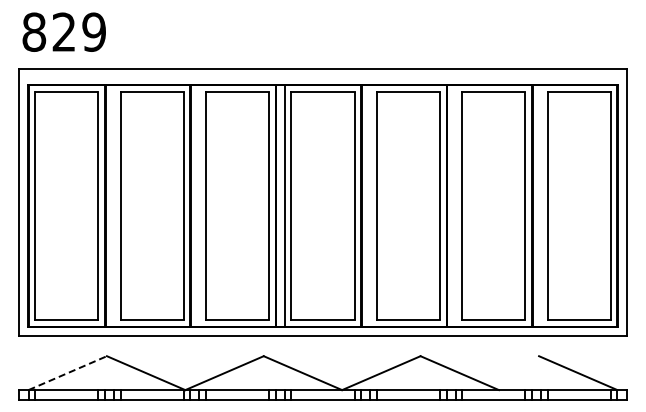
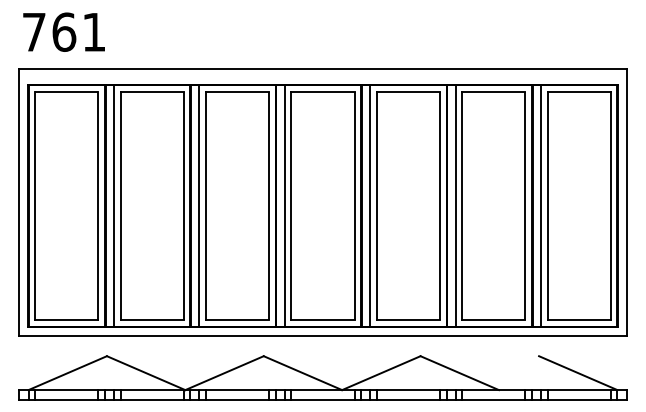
text at (63, 31): 829 -> 761
line at (113, 205): none -> present
line at (199, 205): none -> present
line at (370, 205): none -> present
line at (455, 205): none -> present
line at (541, 205): none -> present
line at (67, 373): dashed -> solid
